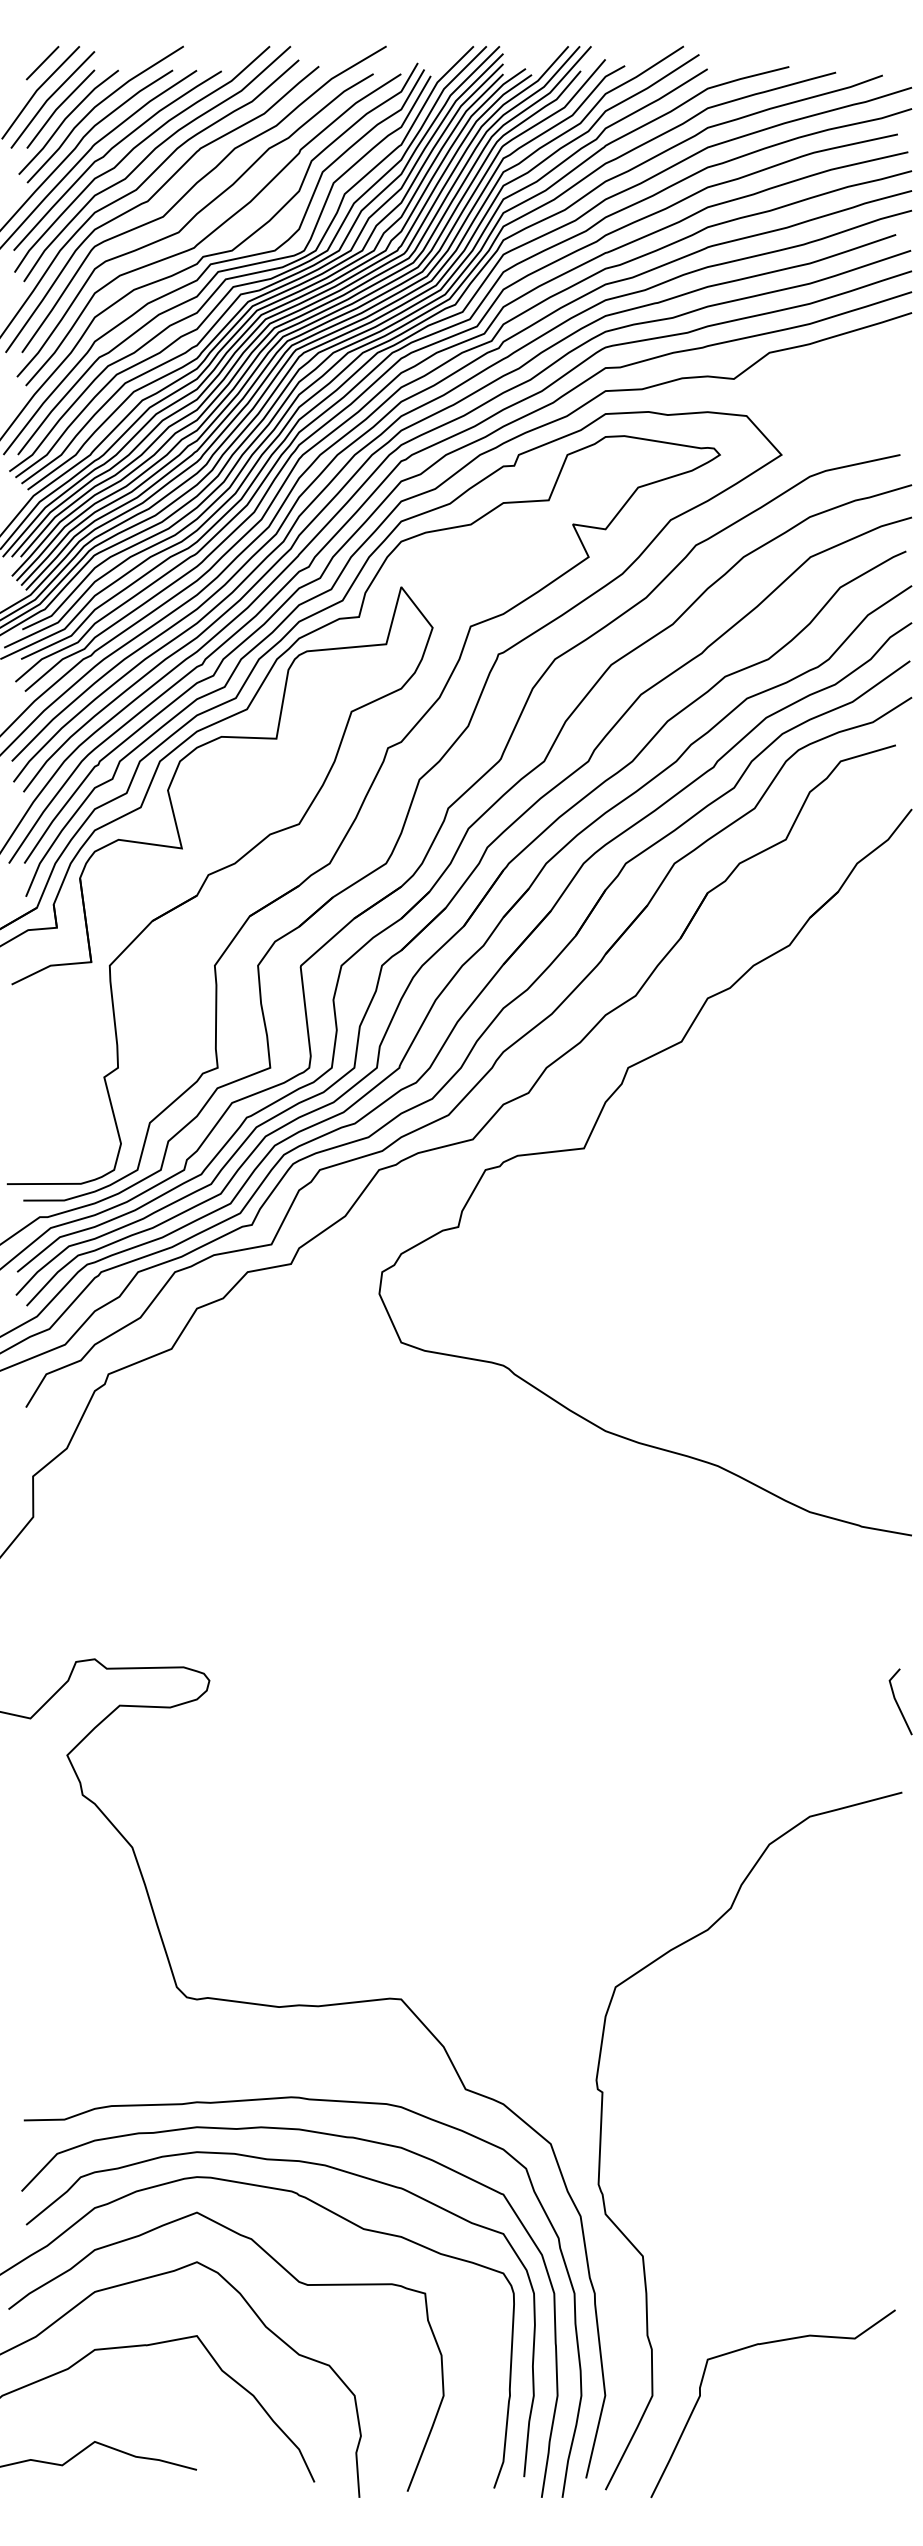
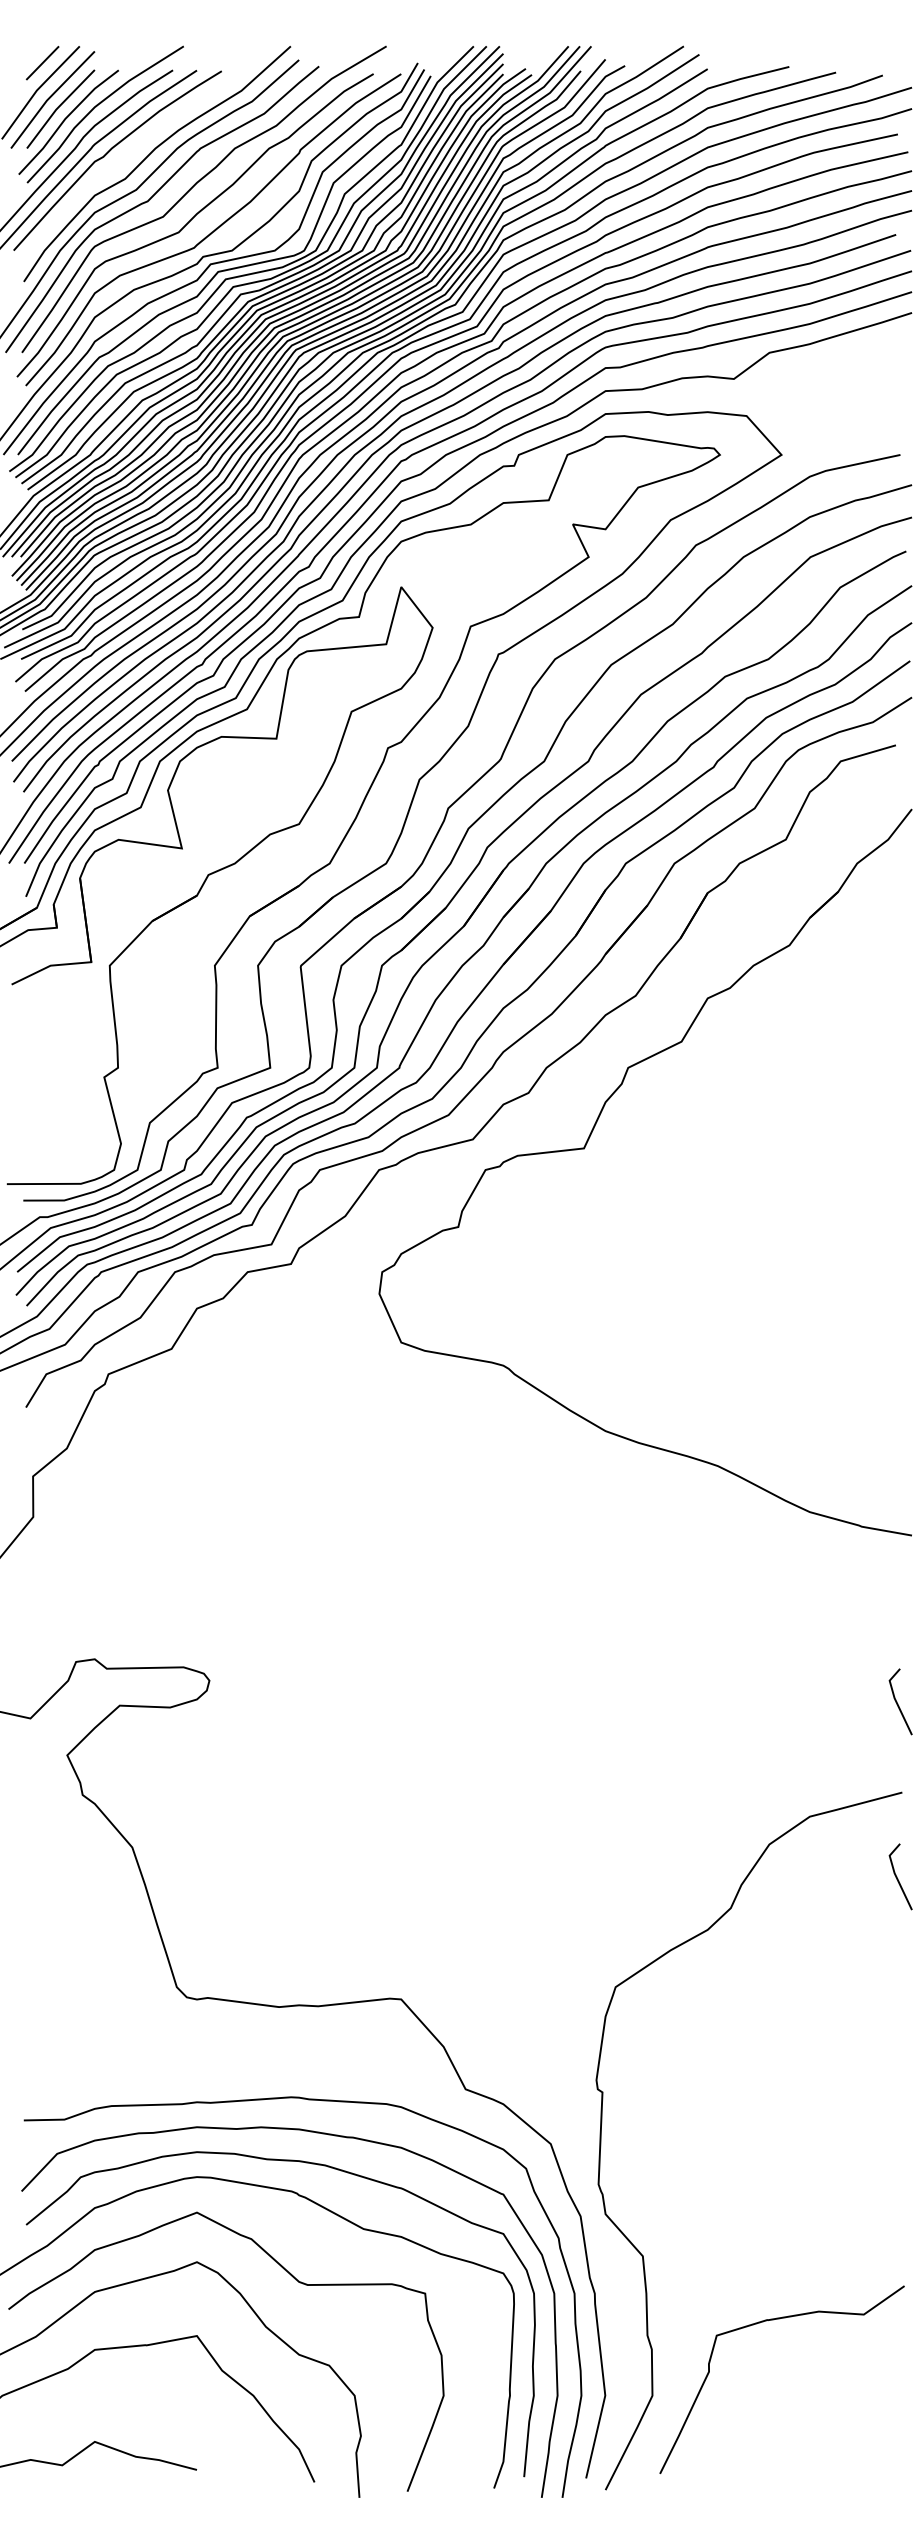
curve at (134, 149): present -> none
line at (898, 1878): none -> present
curve at (764, 2344) position: (764, 2344) -> (773, 2320)
